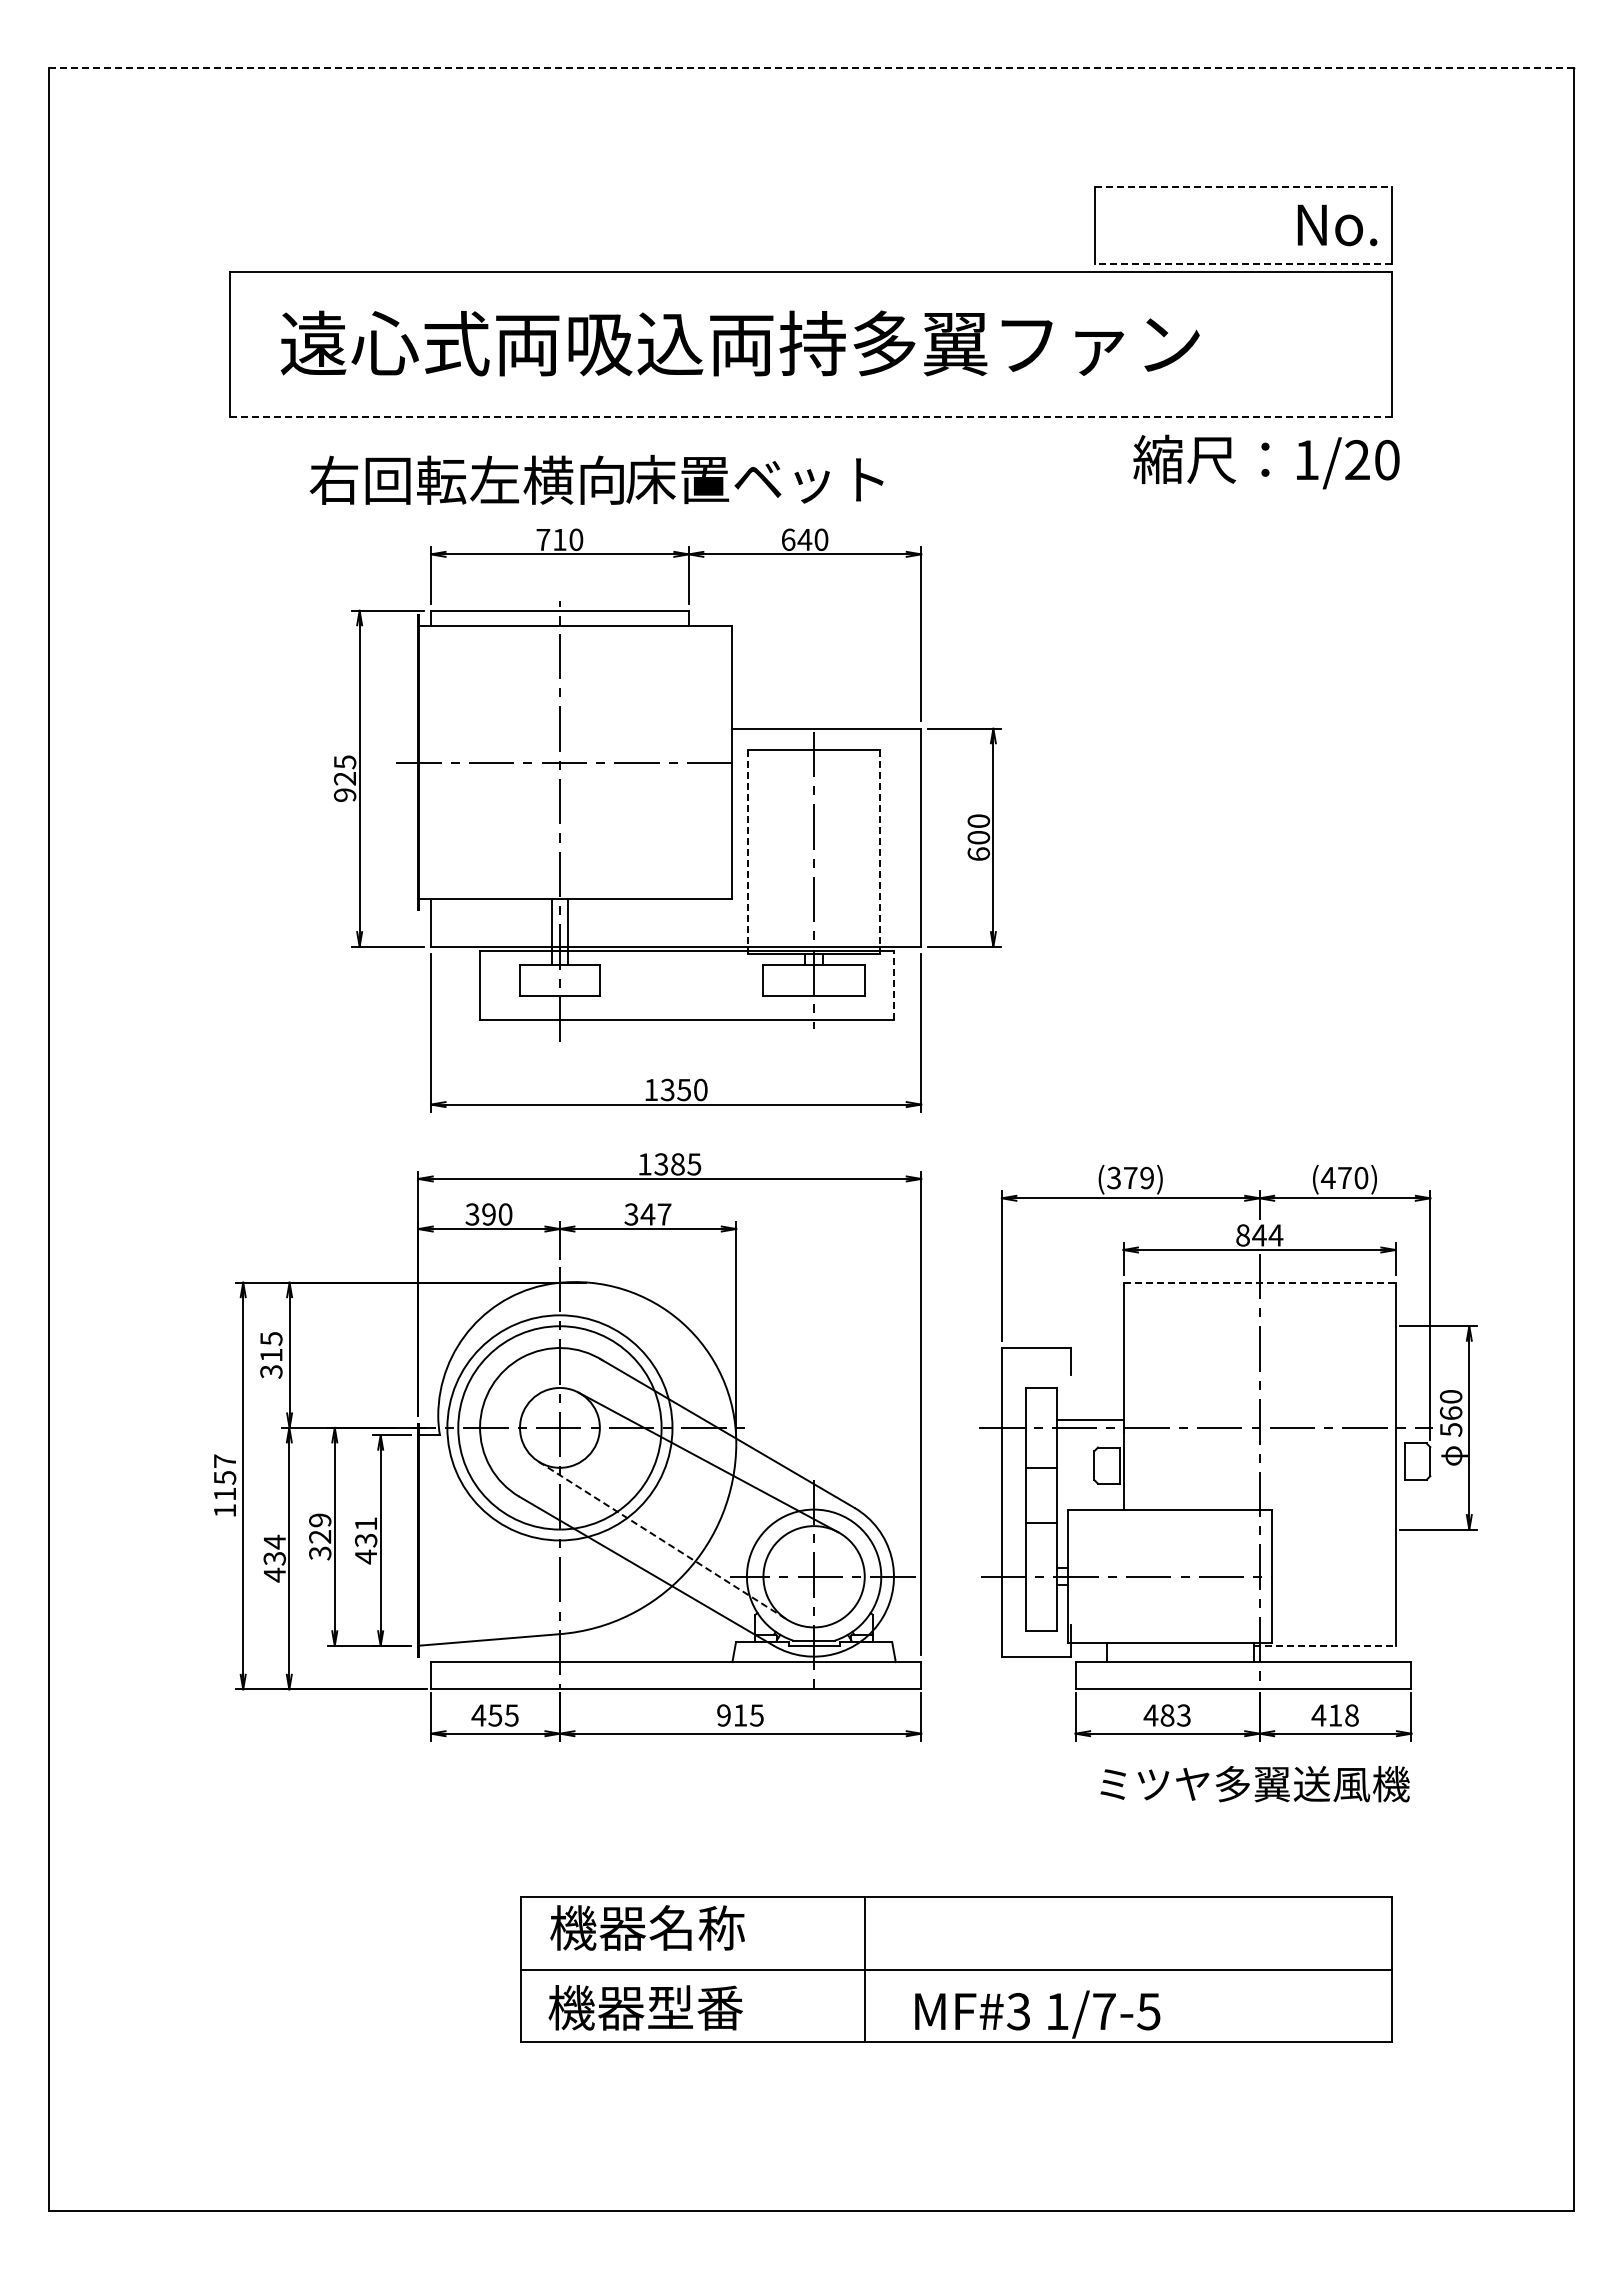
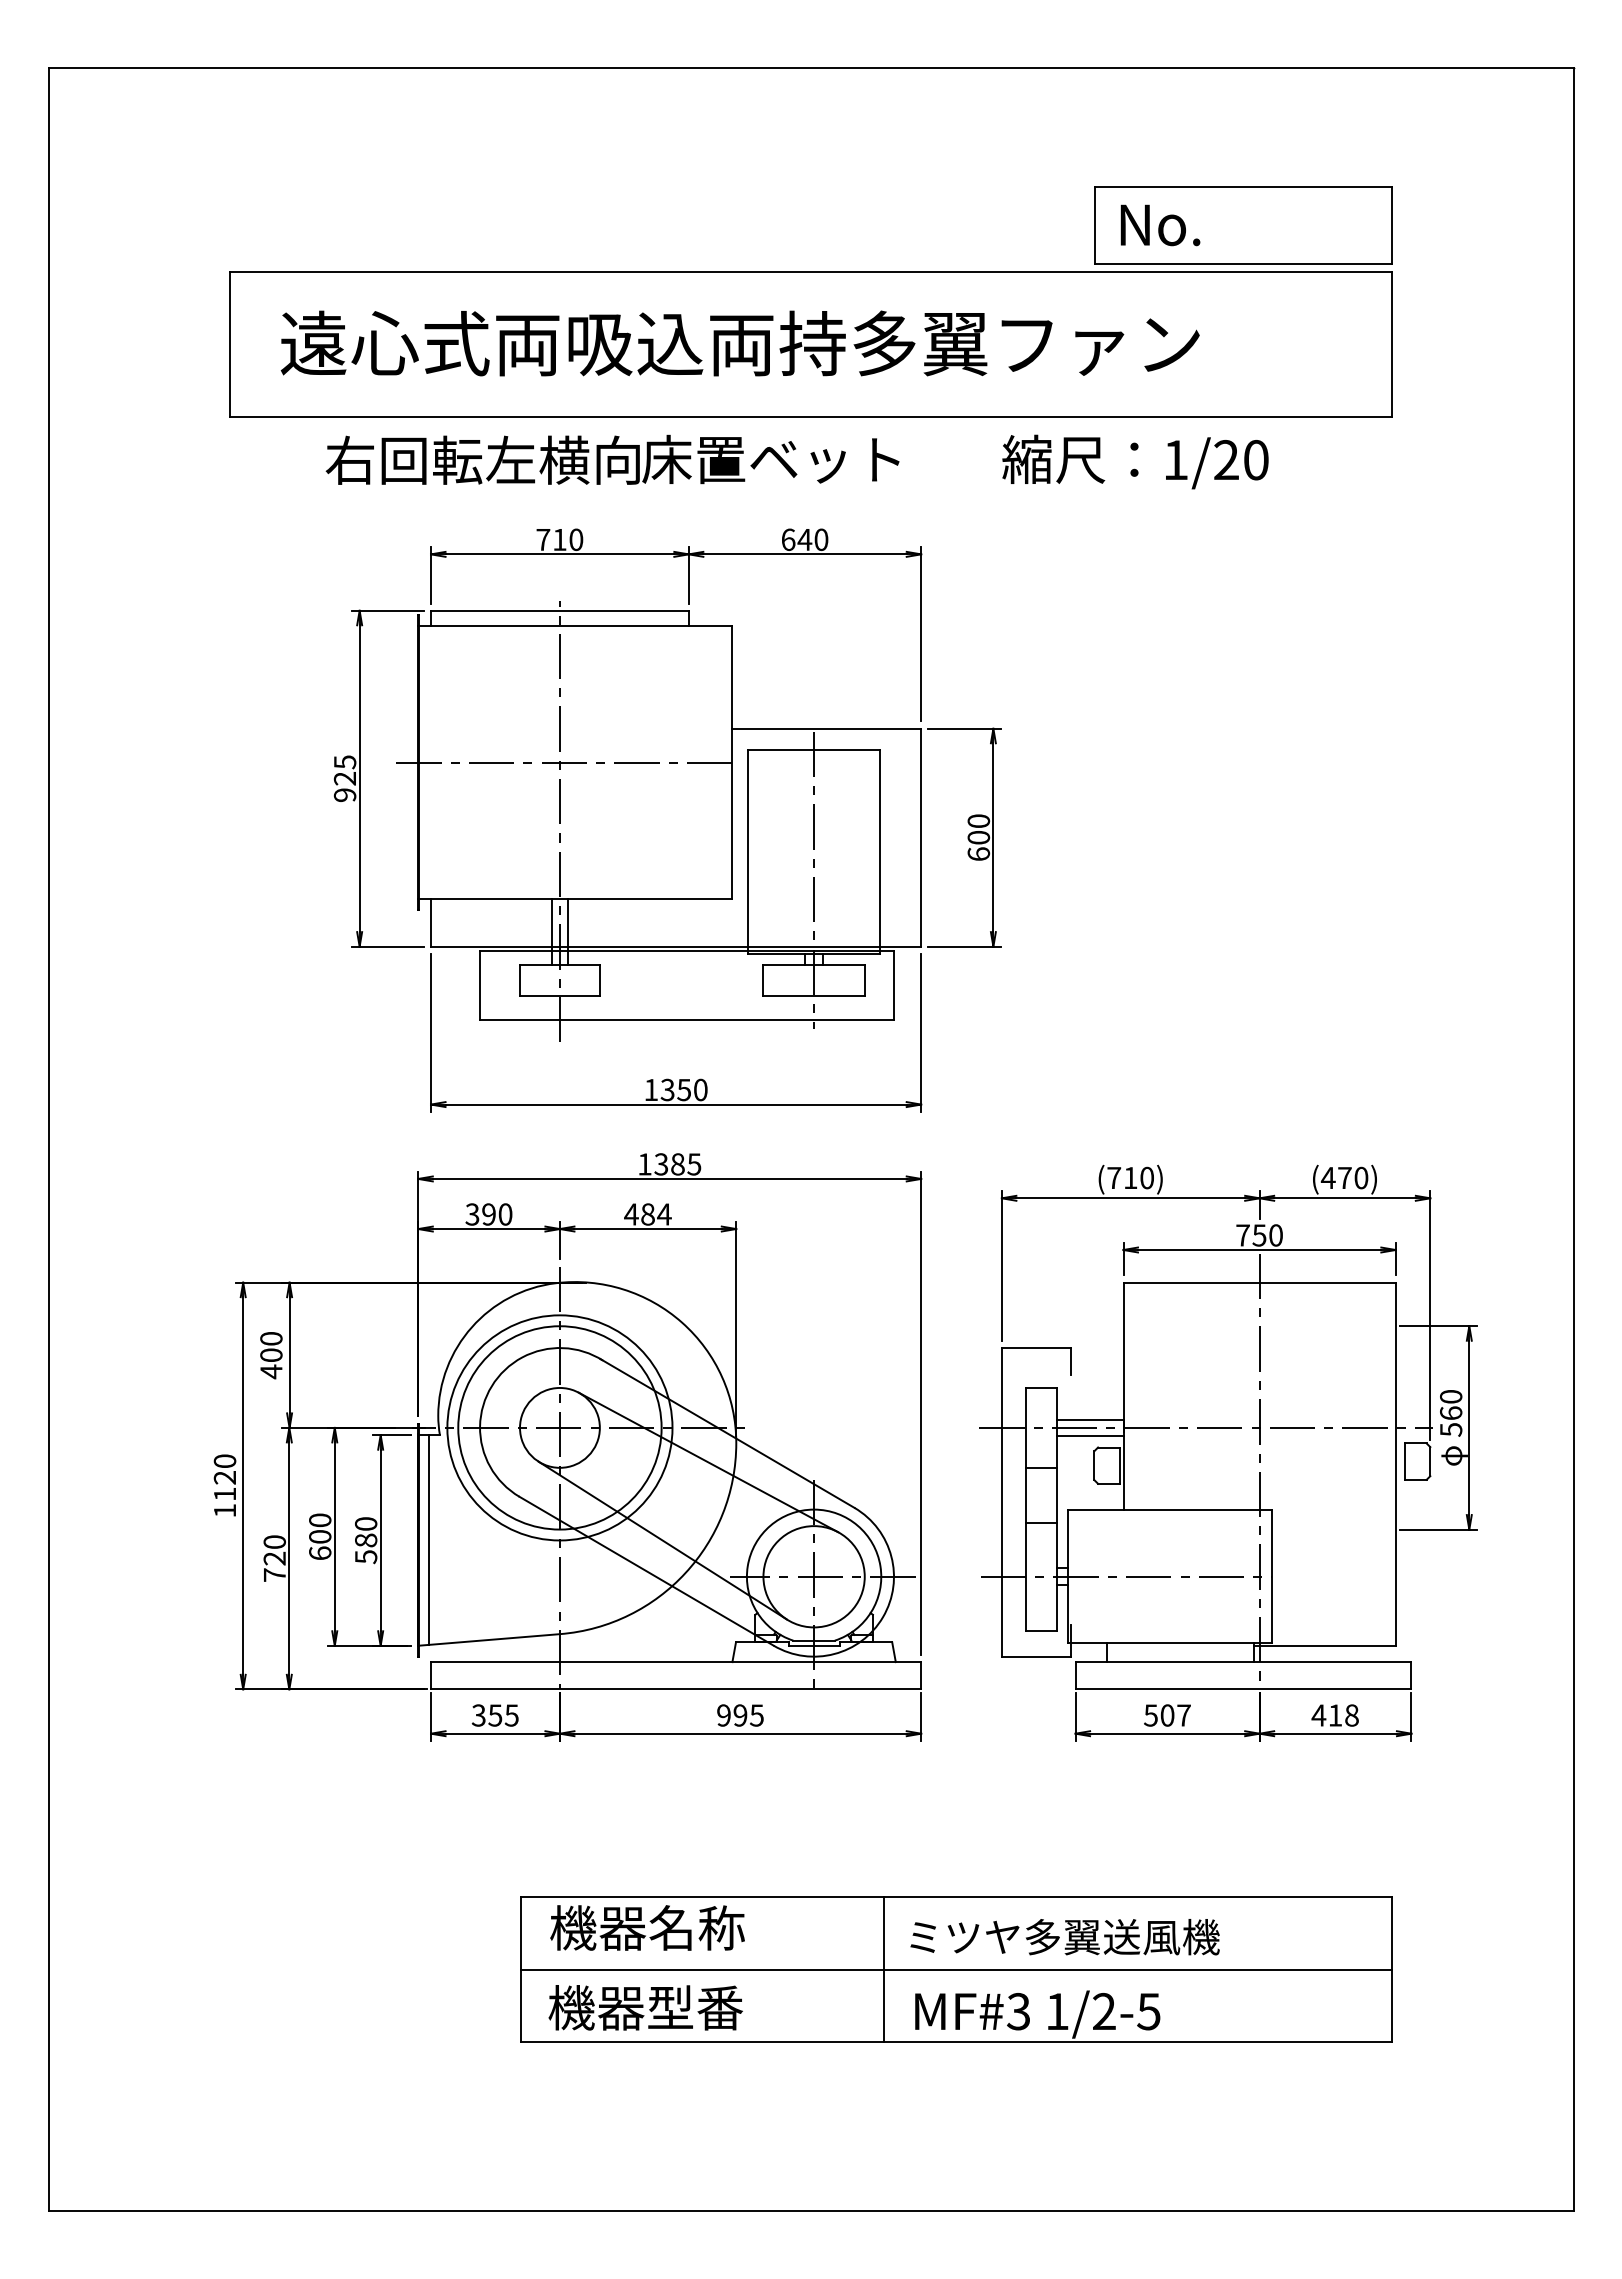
line at (811, 68): dashed -> solid
line at (1243, 186): dashed -> solid
text at (1337, 225) position: (1337, 225) -> (1160, 225)
line at (1243, 263): dashed -> solid
line at (811, 417): dashed -> solid
text at (1266, 461) position: (1266, 461) -> (1135, 461)
text at (596, 479) position: (596, 479) -> (612, 459)
line at (747, 852): dashed -> solid
line at (880, 852): dashed -> solid
line at (893, 985): dashed -> solid
text at (1130, 1177): (379) -> (710)
text at (647, 1214): 347 -> 484
text at (1259, 1235): 844 -> 750
line at (1260, 1282): dashed -> solid
text at (271, 1355): 315 -> 400
line at (1090, 1436): none -> present
text at (224, 1469): 1157 -> 1120
text at (320, 1536): 329 -> 600
line at (429, 1539): none -> present
text at (365, 1540): 431 -> 580
line at (663, 1540): dashed -> solid
text at (274, 1558): 434 -> 720
line at (1325, 1645): dashed -> solid
text at (478, 1715): 455 -> 355
text at (740, 1715): 915 -> 995
text at (1166, 1715): 483 -> 507
text at (1254, 1784) position: (1254, 1784) -> (1064, 1937)
line at (864, 1969) position: (864, 1969) -> (883, 1969)
text at (1104, 2010): 1/7-5 -> 1/2-5
